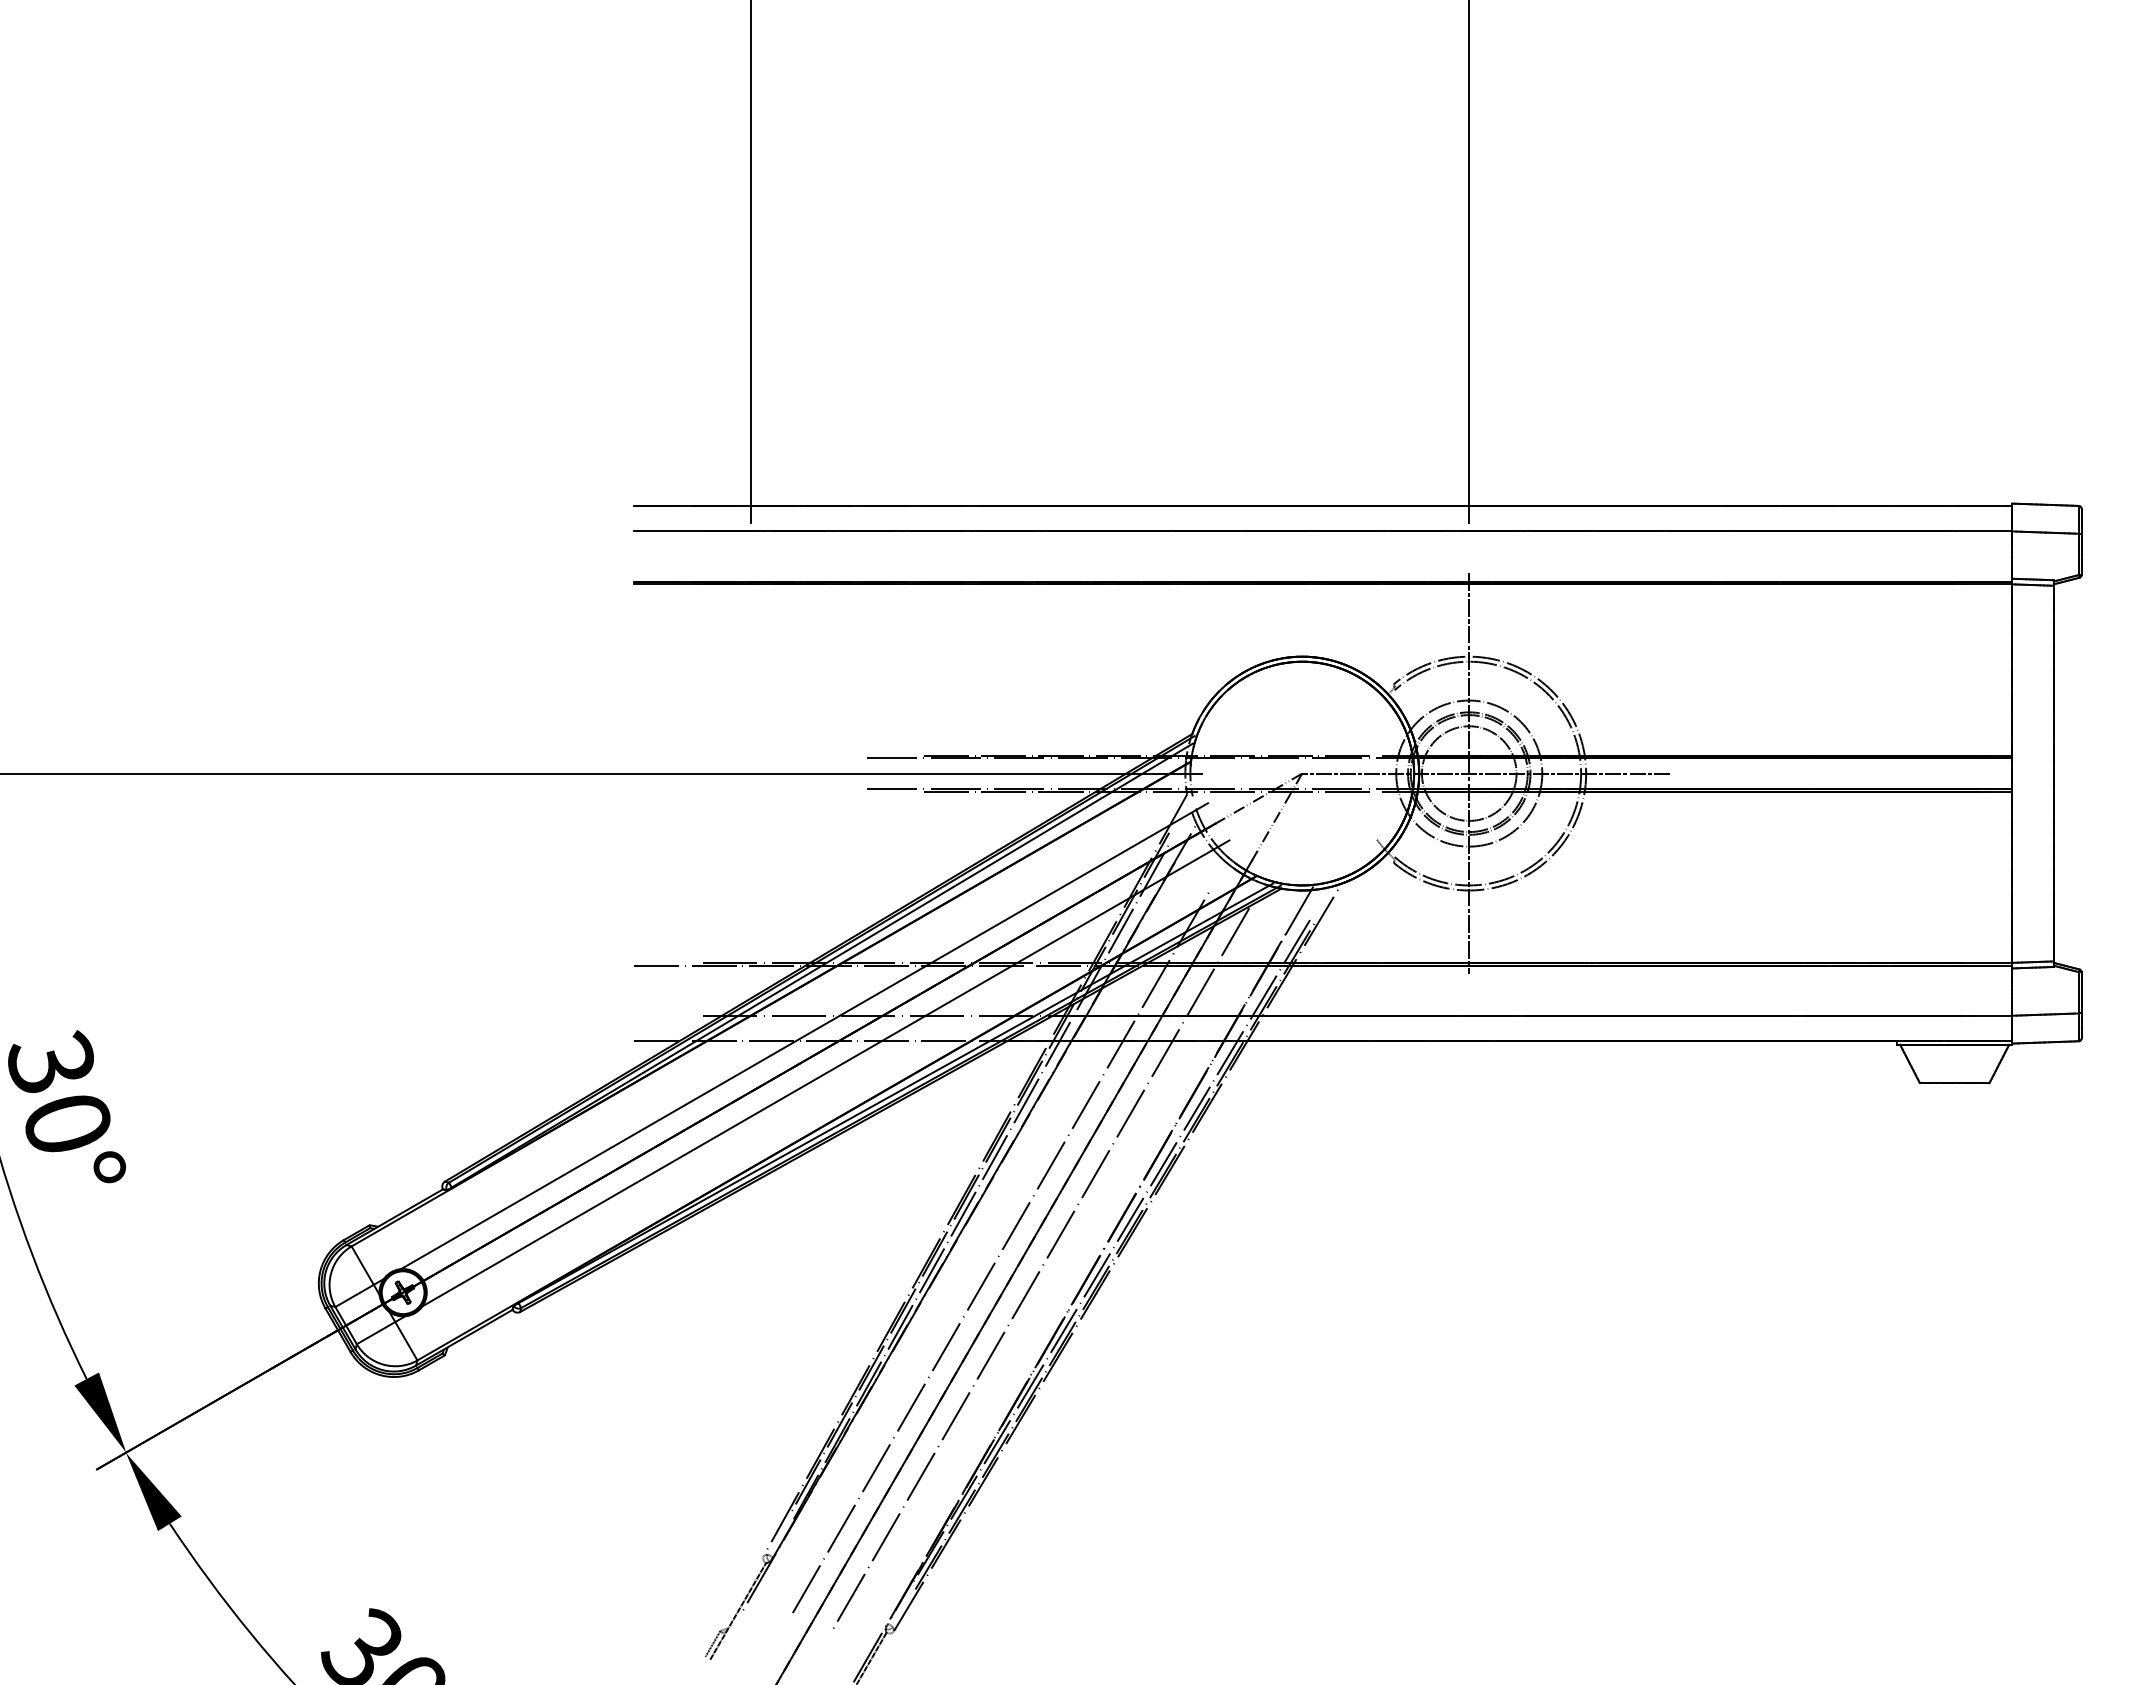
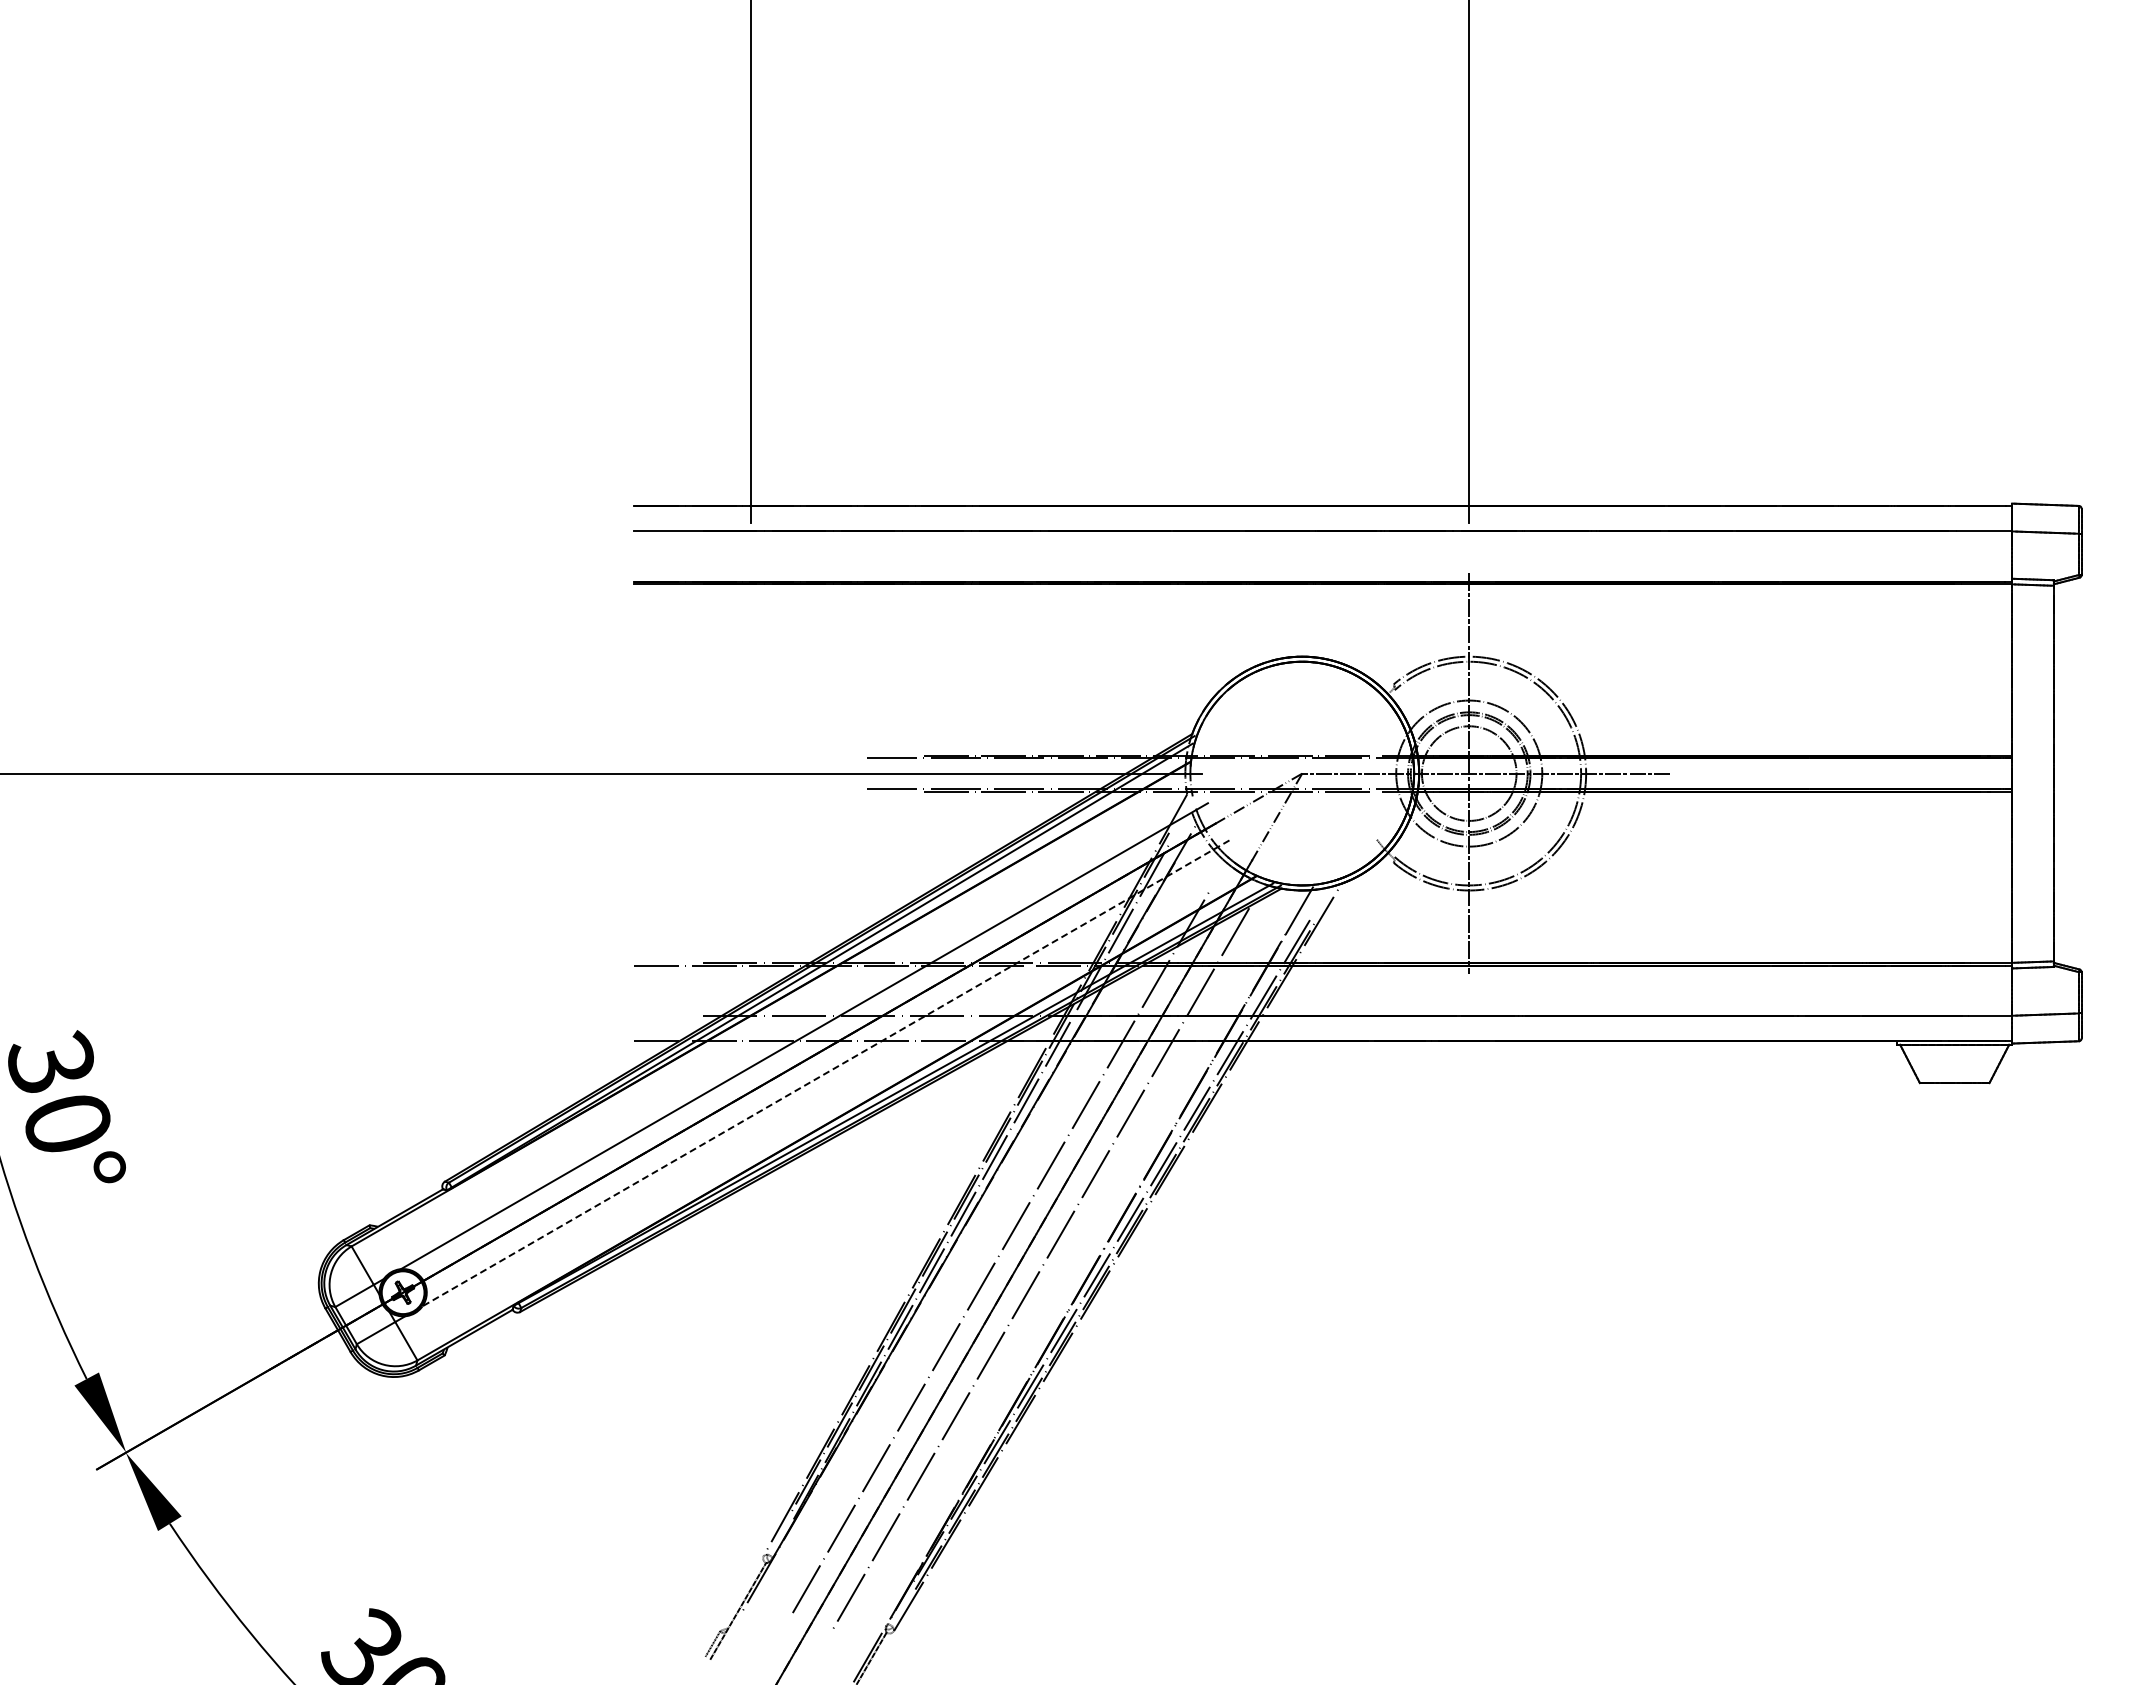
line at (825, 1073): solid -> dashed
